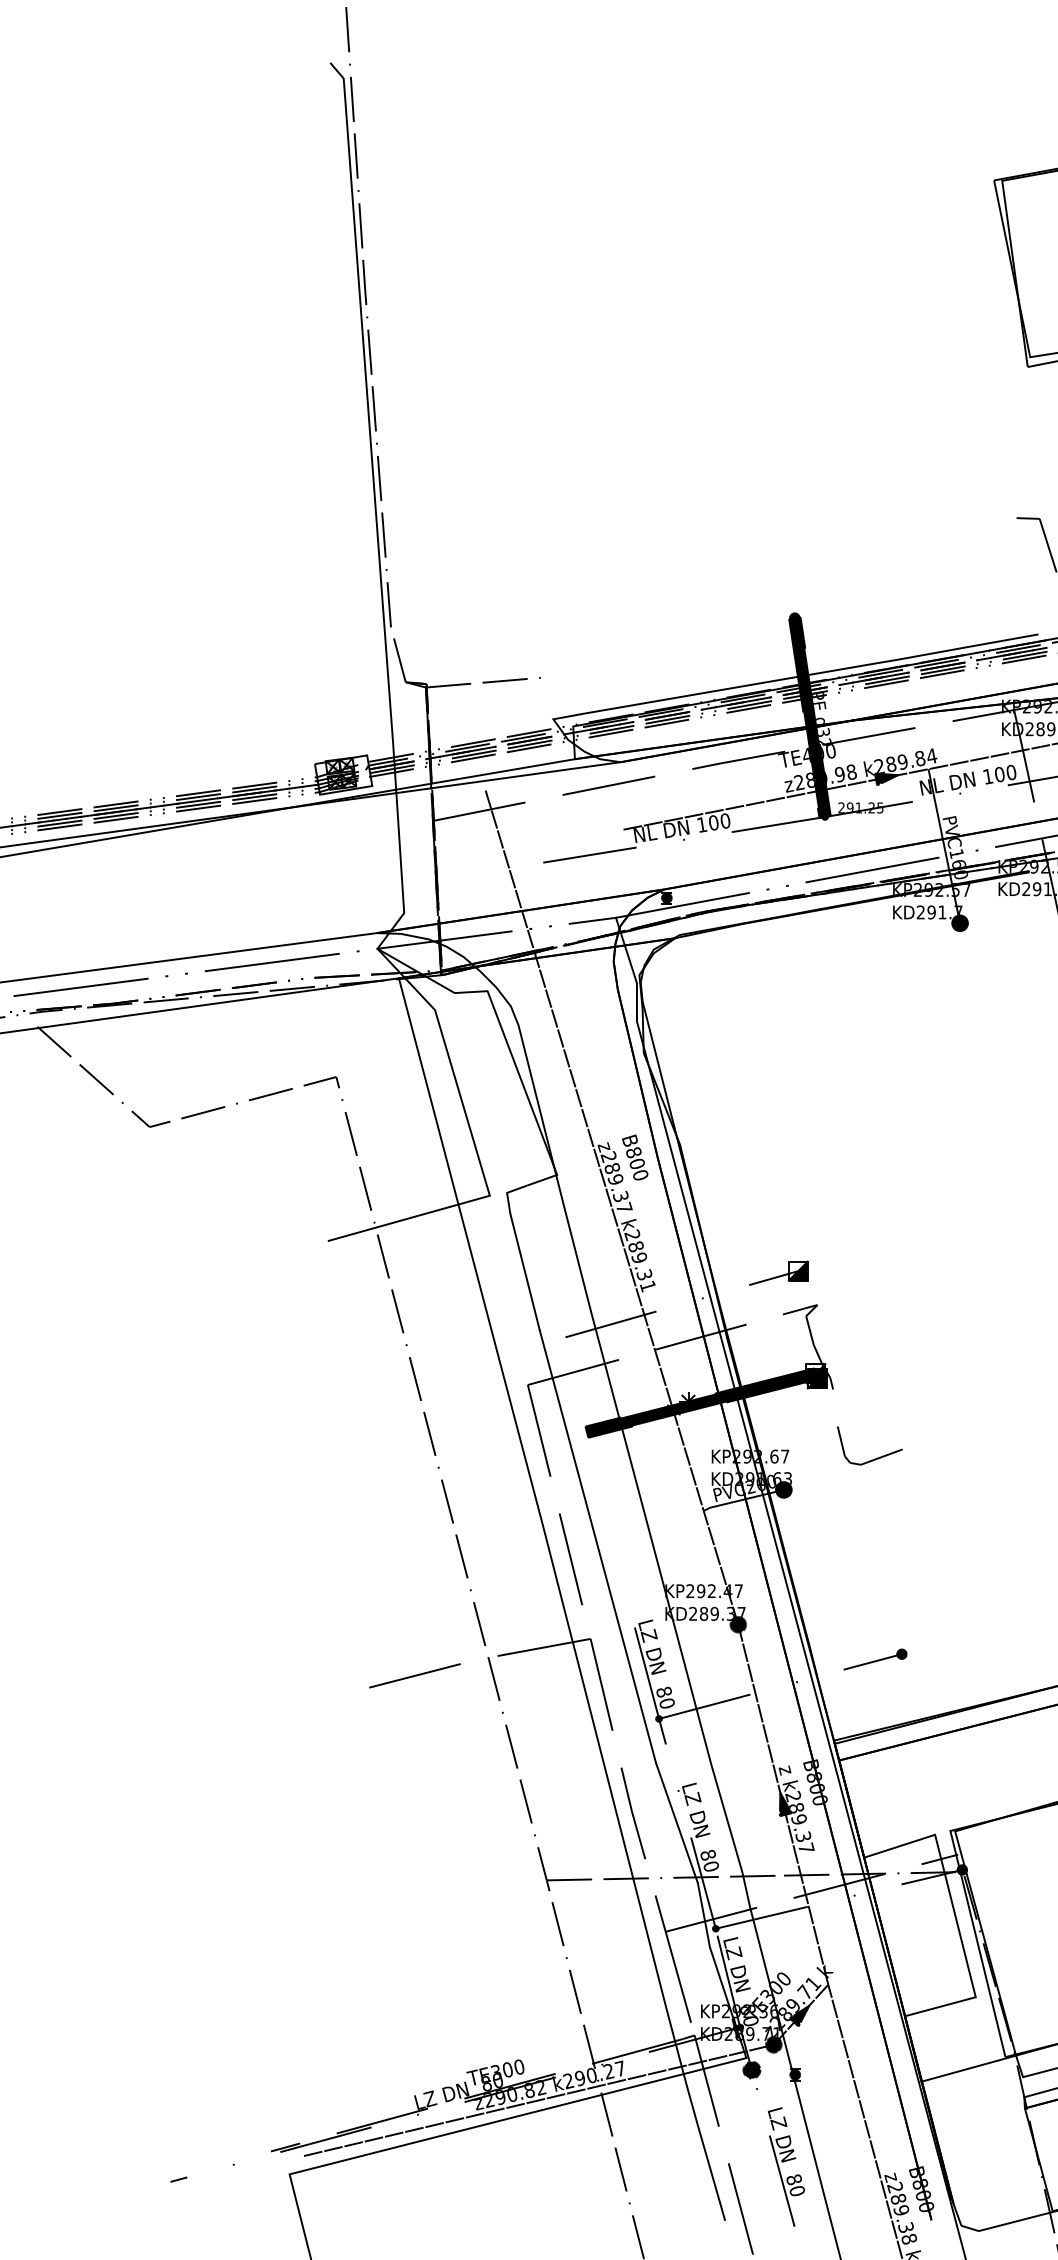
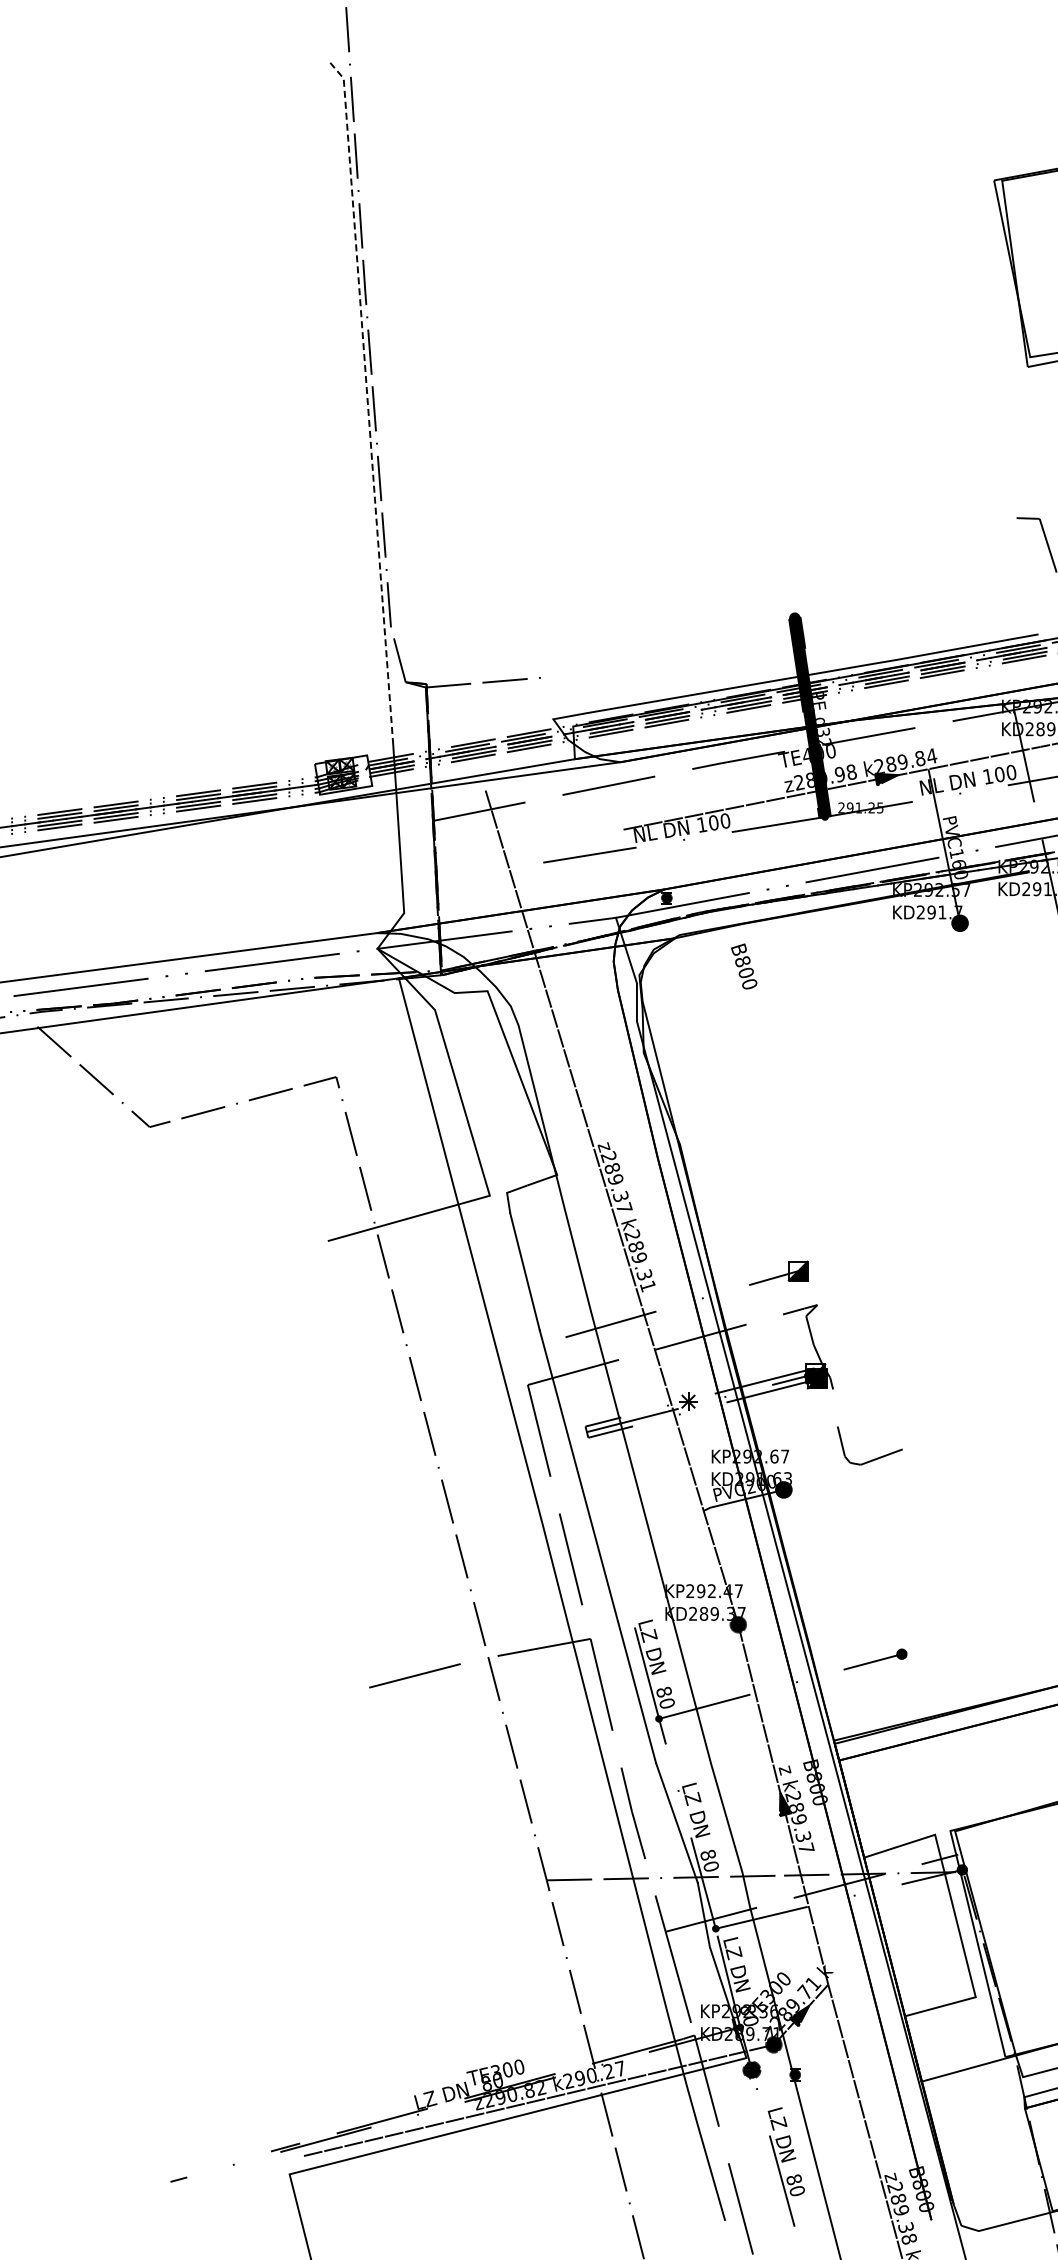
line at (367, 400): solid -> dashed
text at (635, 1157) position: (635, 1157) -> (744, 966)
fill at (697, 1403): present -> none
